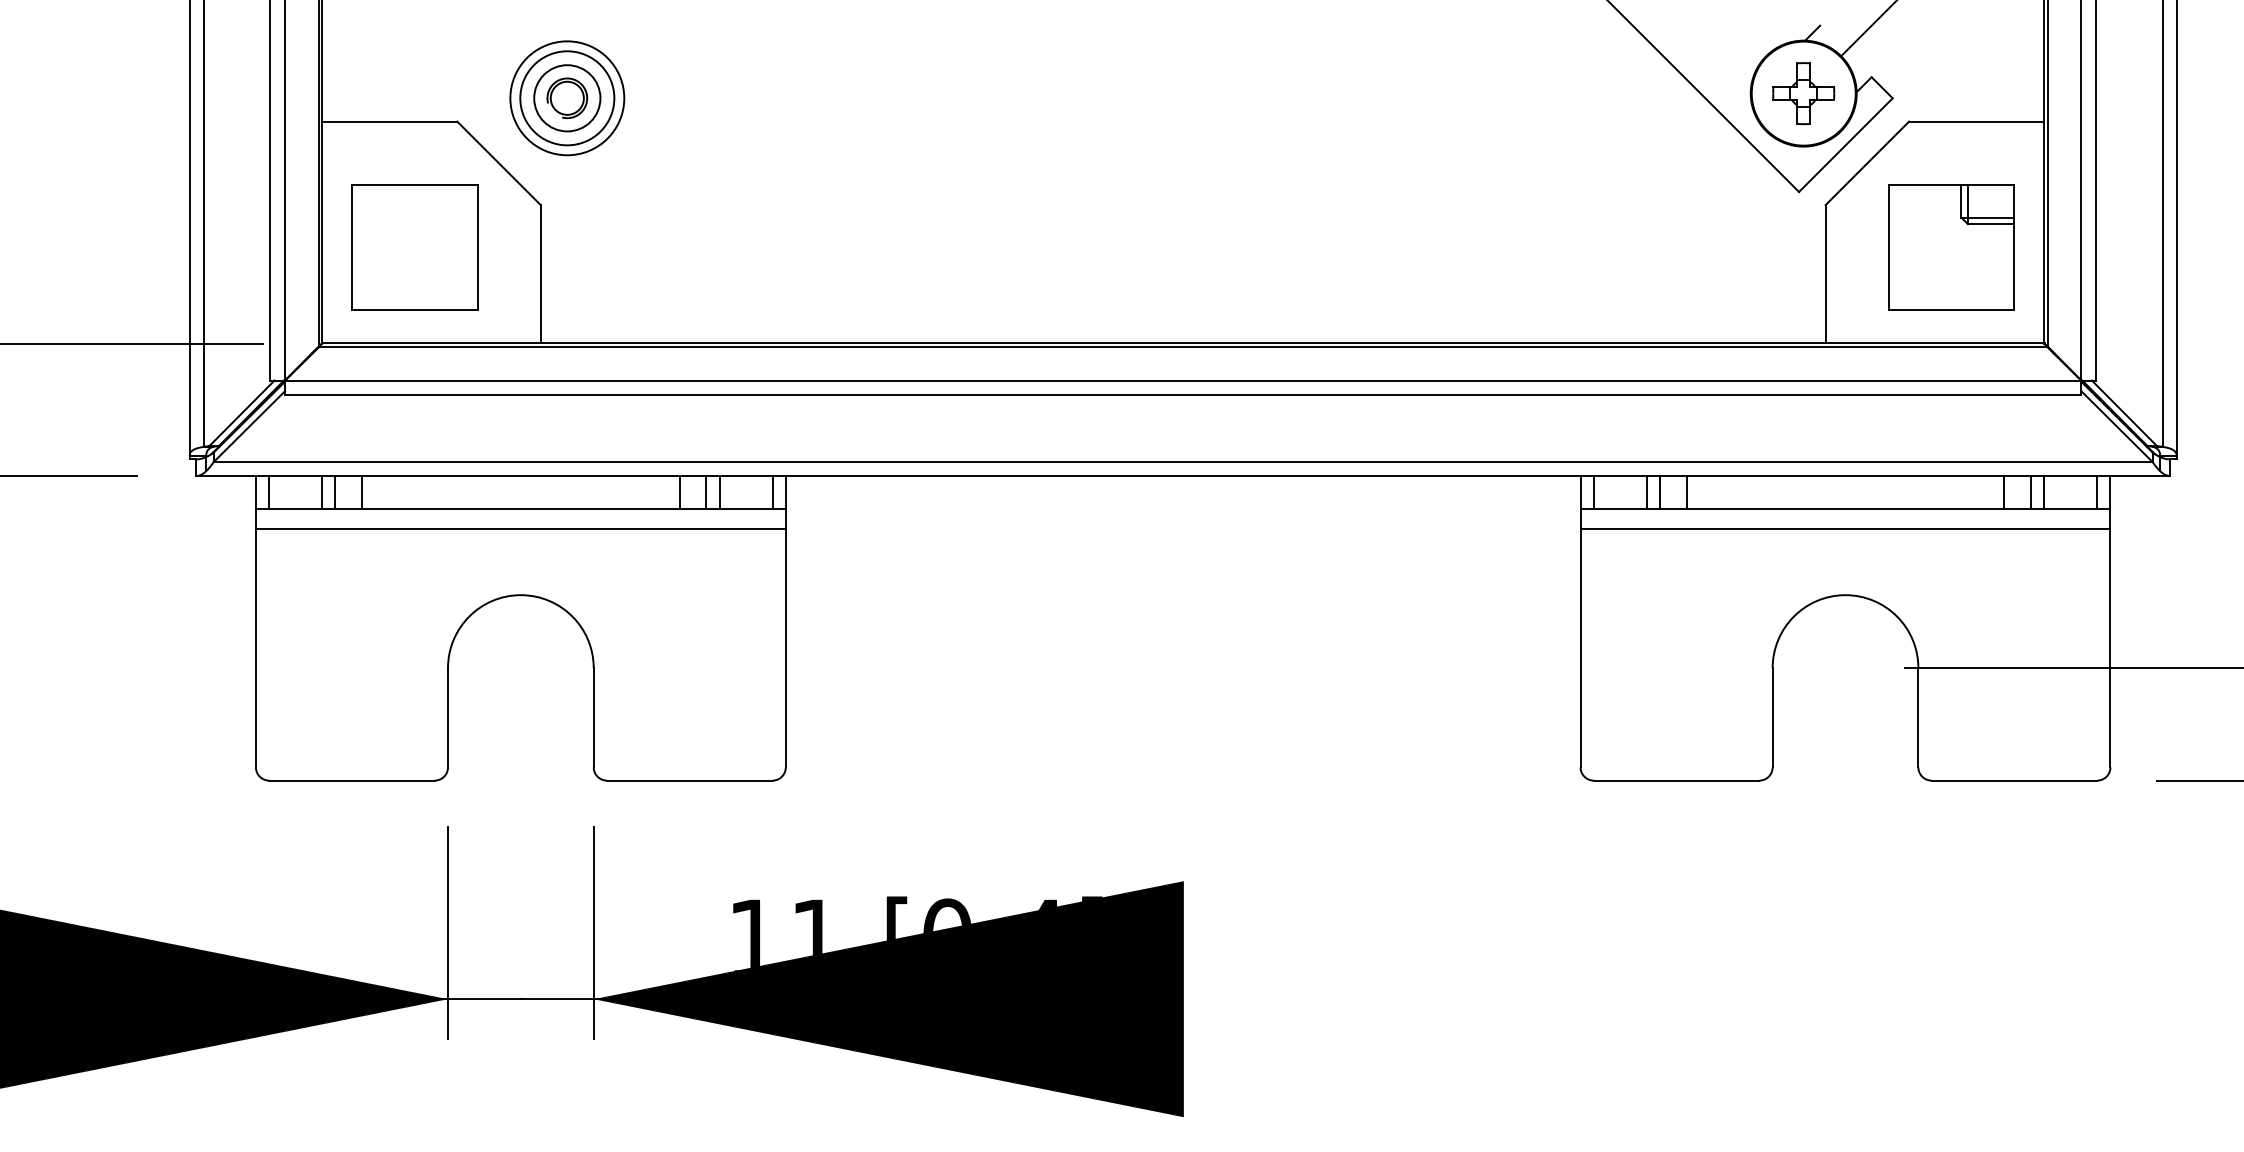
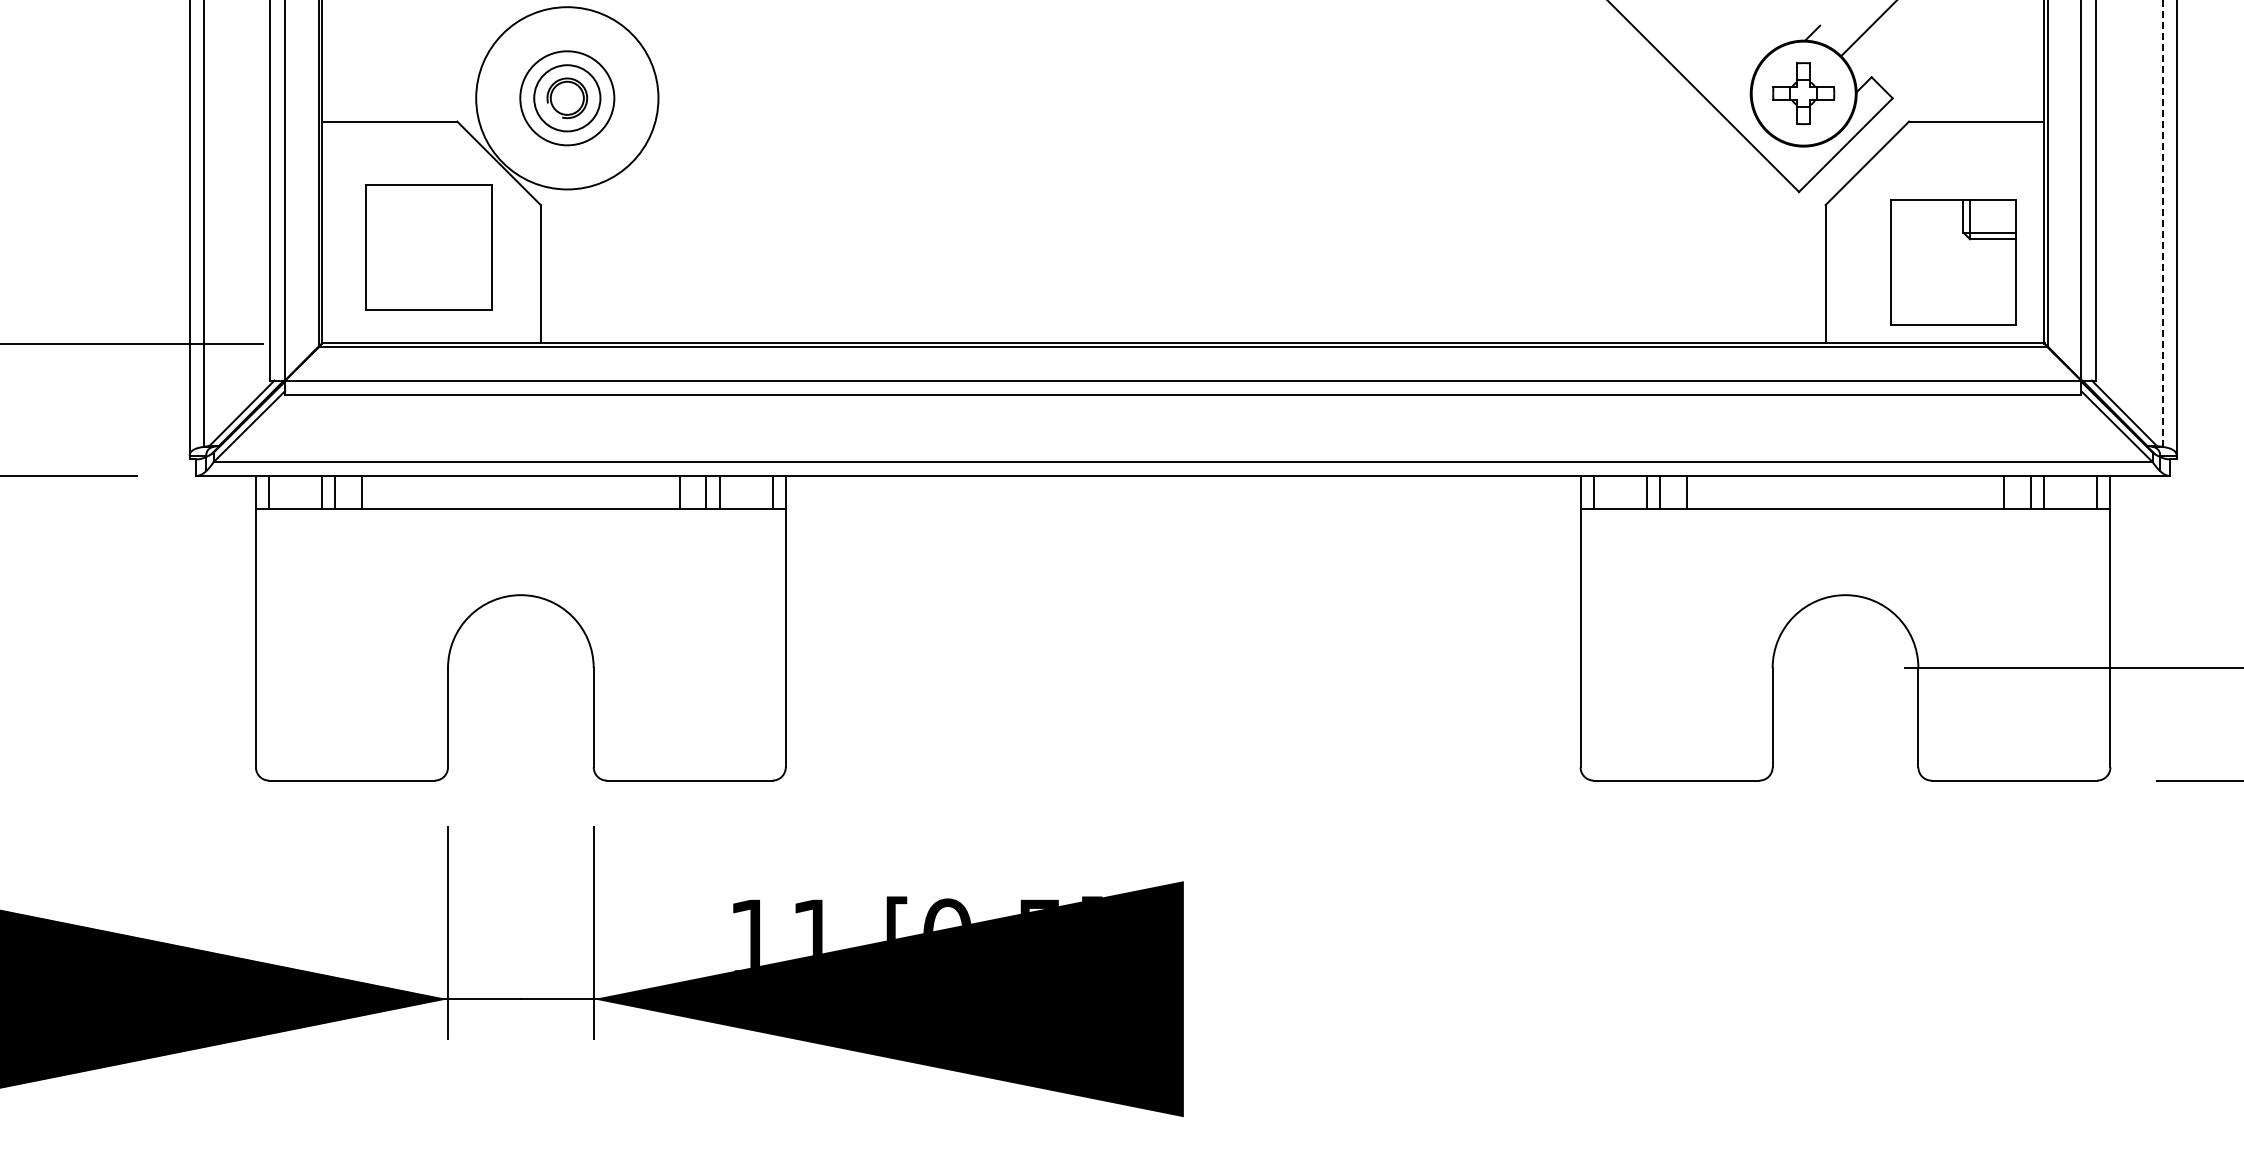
circle at (567, 98) diameter: 114 px -> 182 px
line at (2162, 223): solid -> dashed
part at (414, 247) position: (414, 247) -> (428, 247)
part at (1951, 247) position: (1951, 247) -> (1953, 262)
line at (520, 528): present -> none
line at (1845, 528): present -> none
text at (1039, 906): [0.4] -> [0.5]
